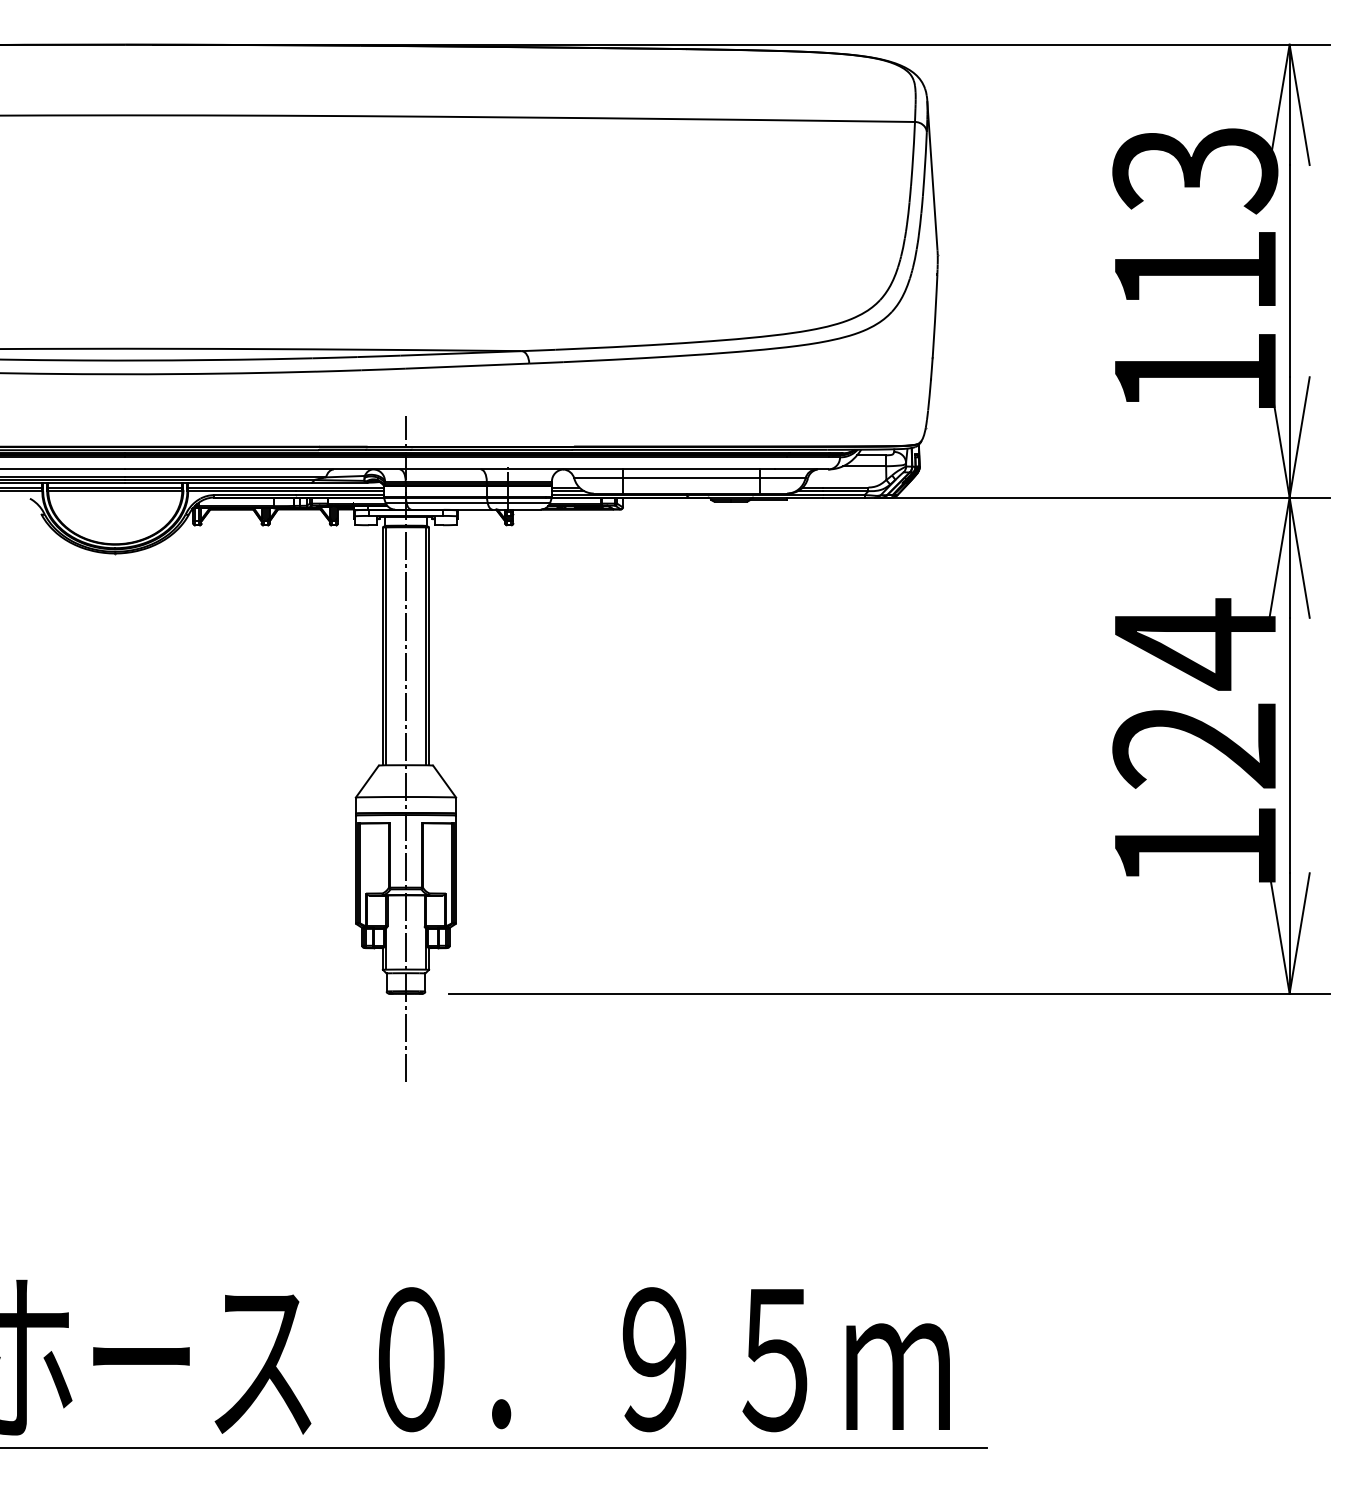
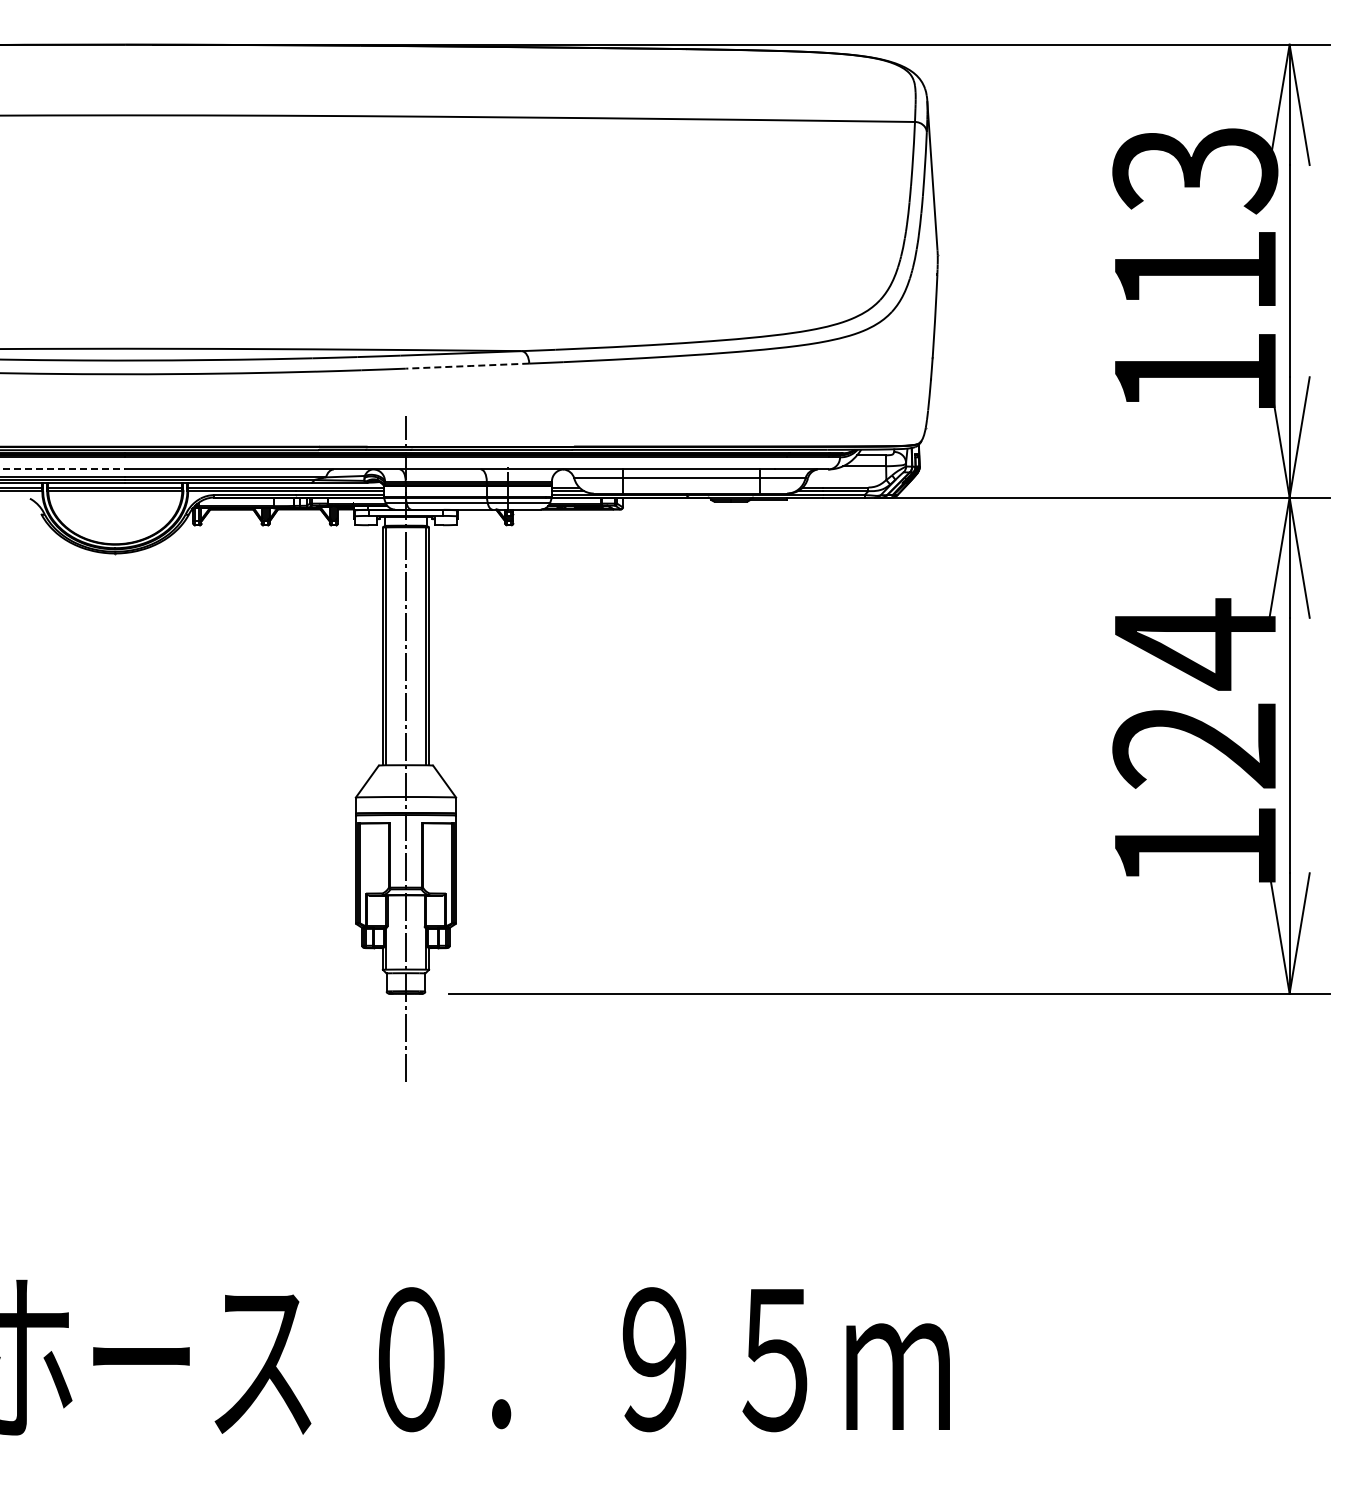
line at (467, 366): solid -> dashed
line at (63, 469): solid -> dashed
line at (494, 1447): present -> none
